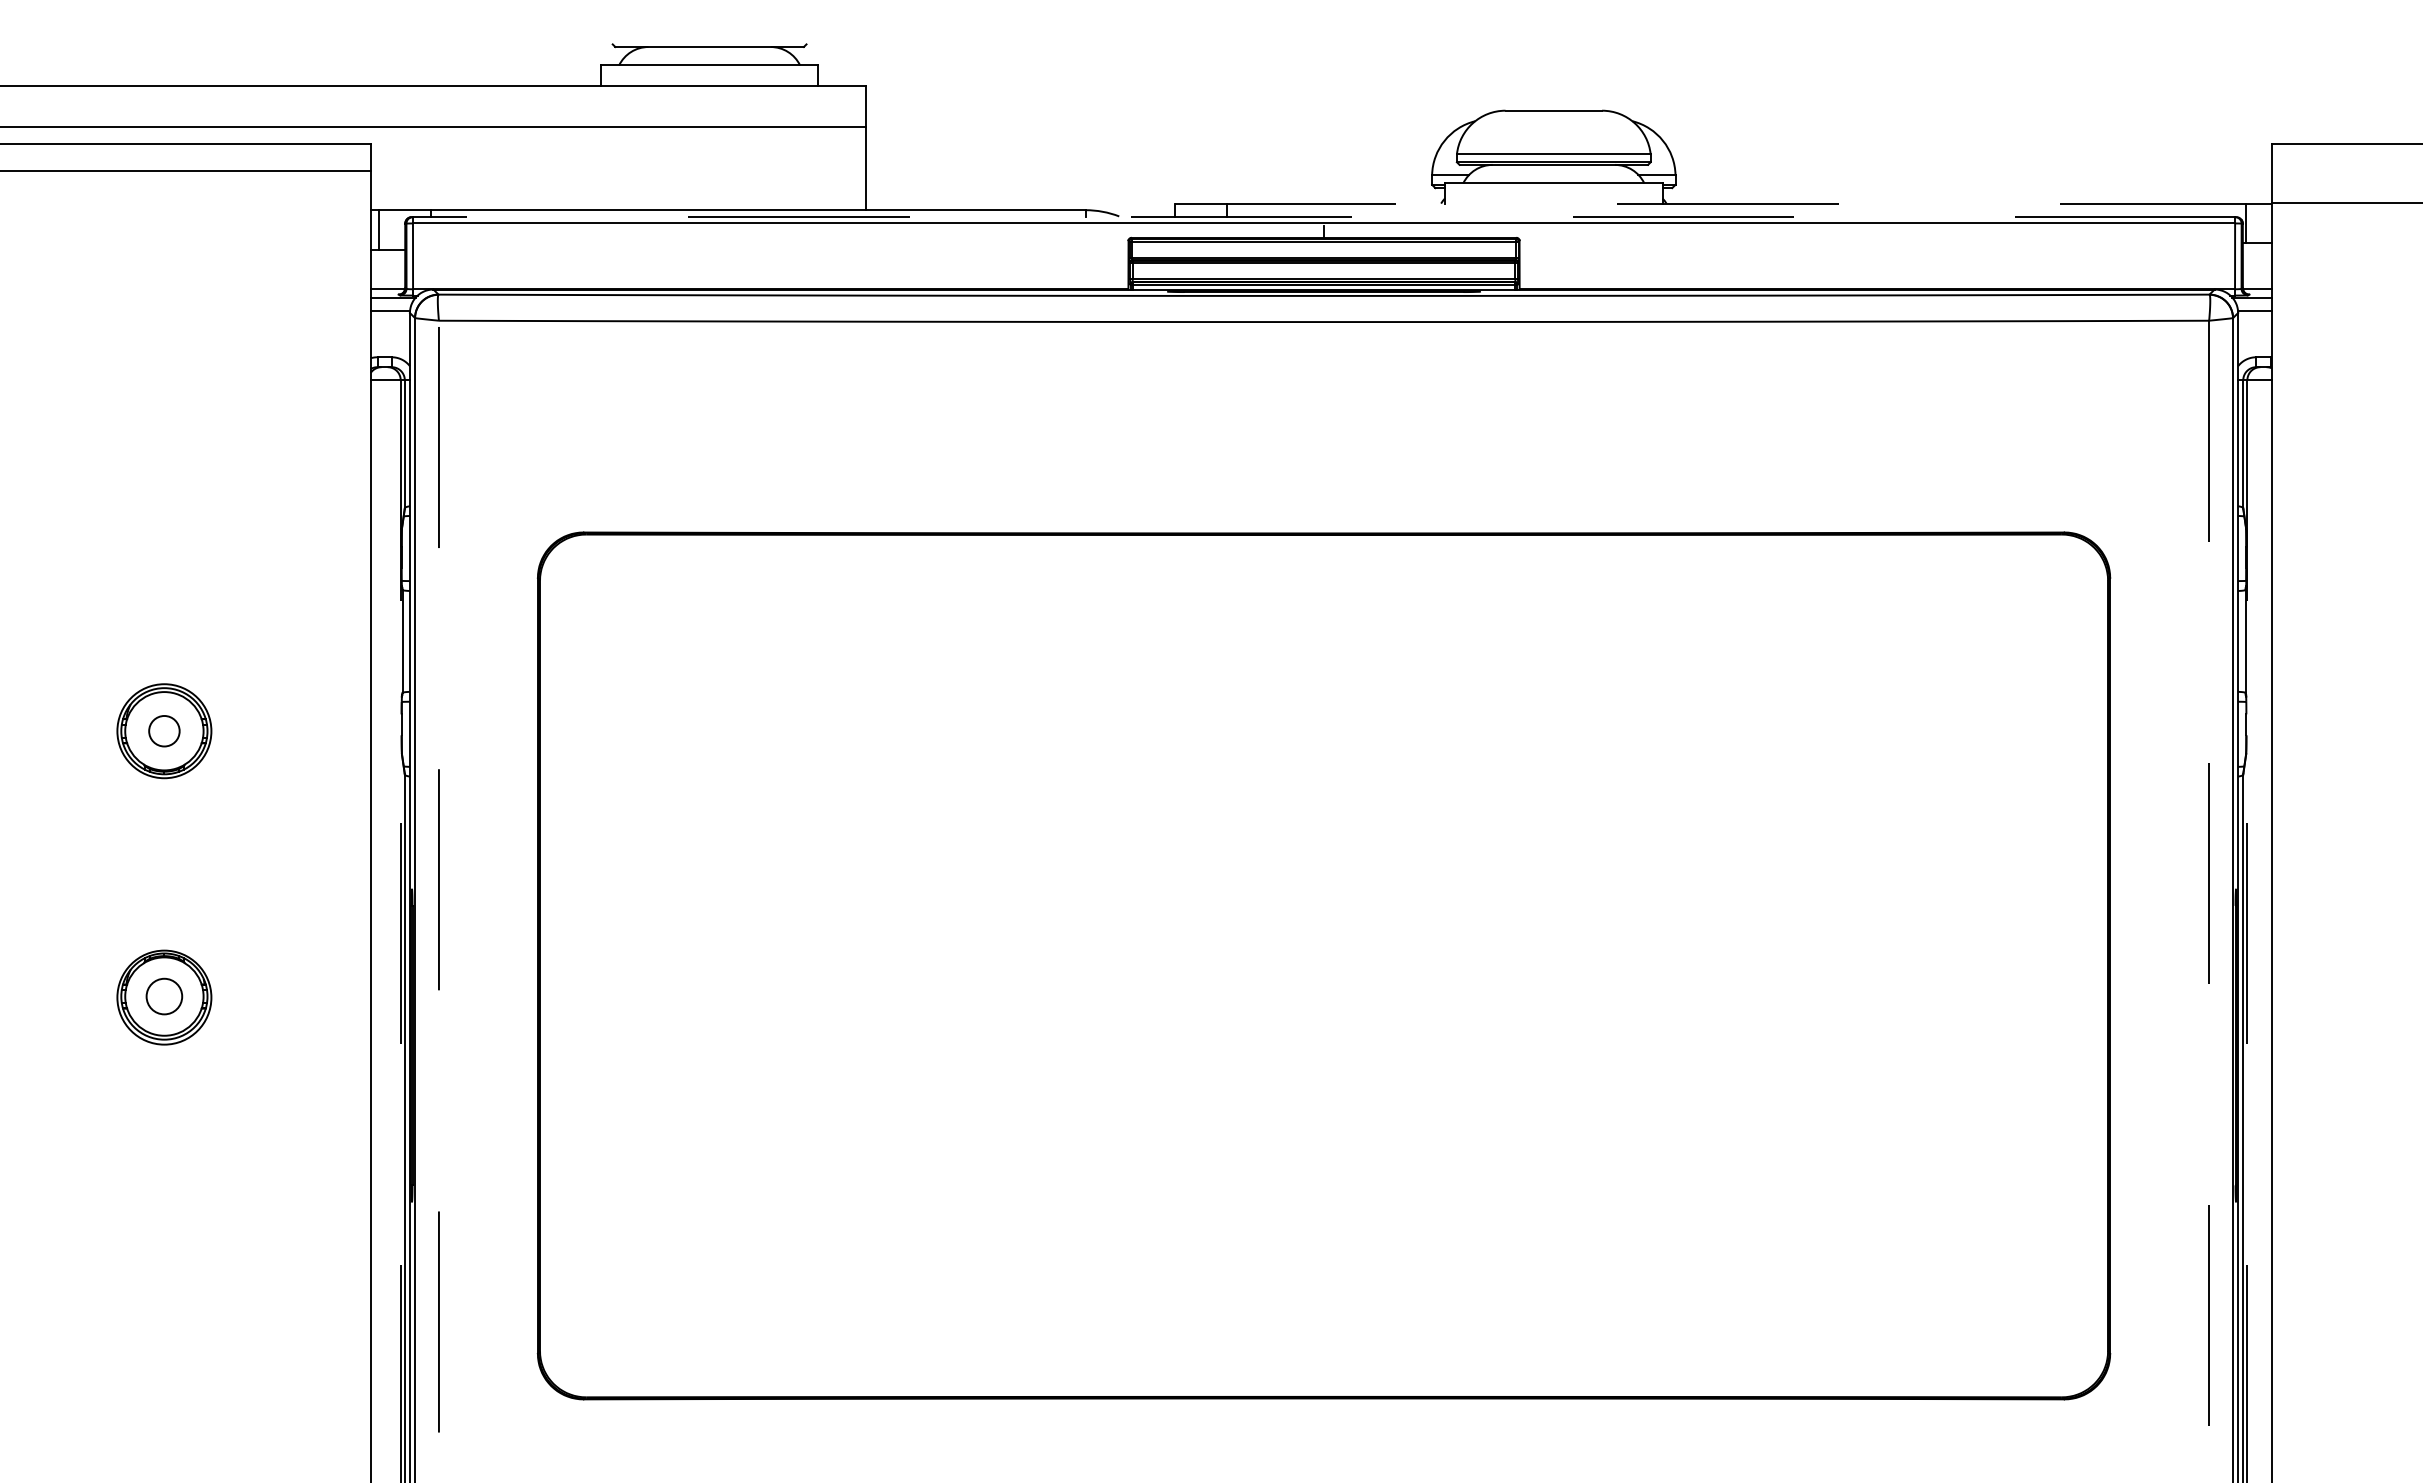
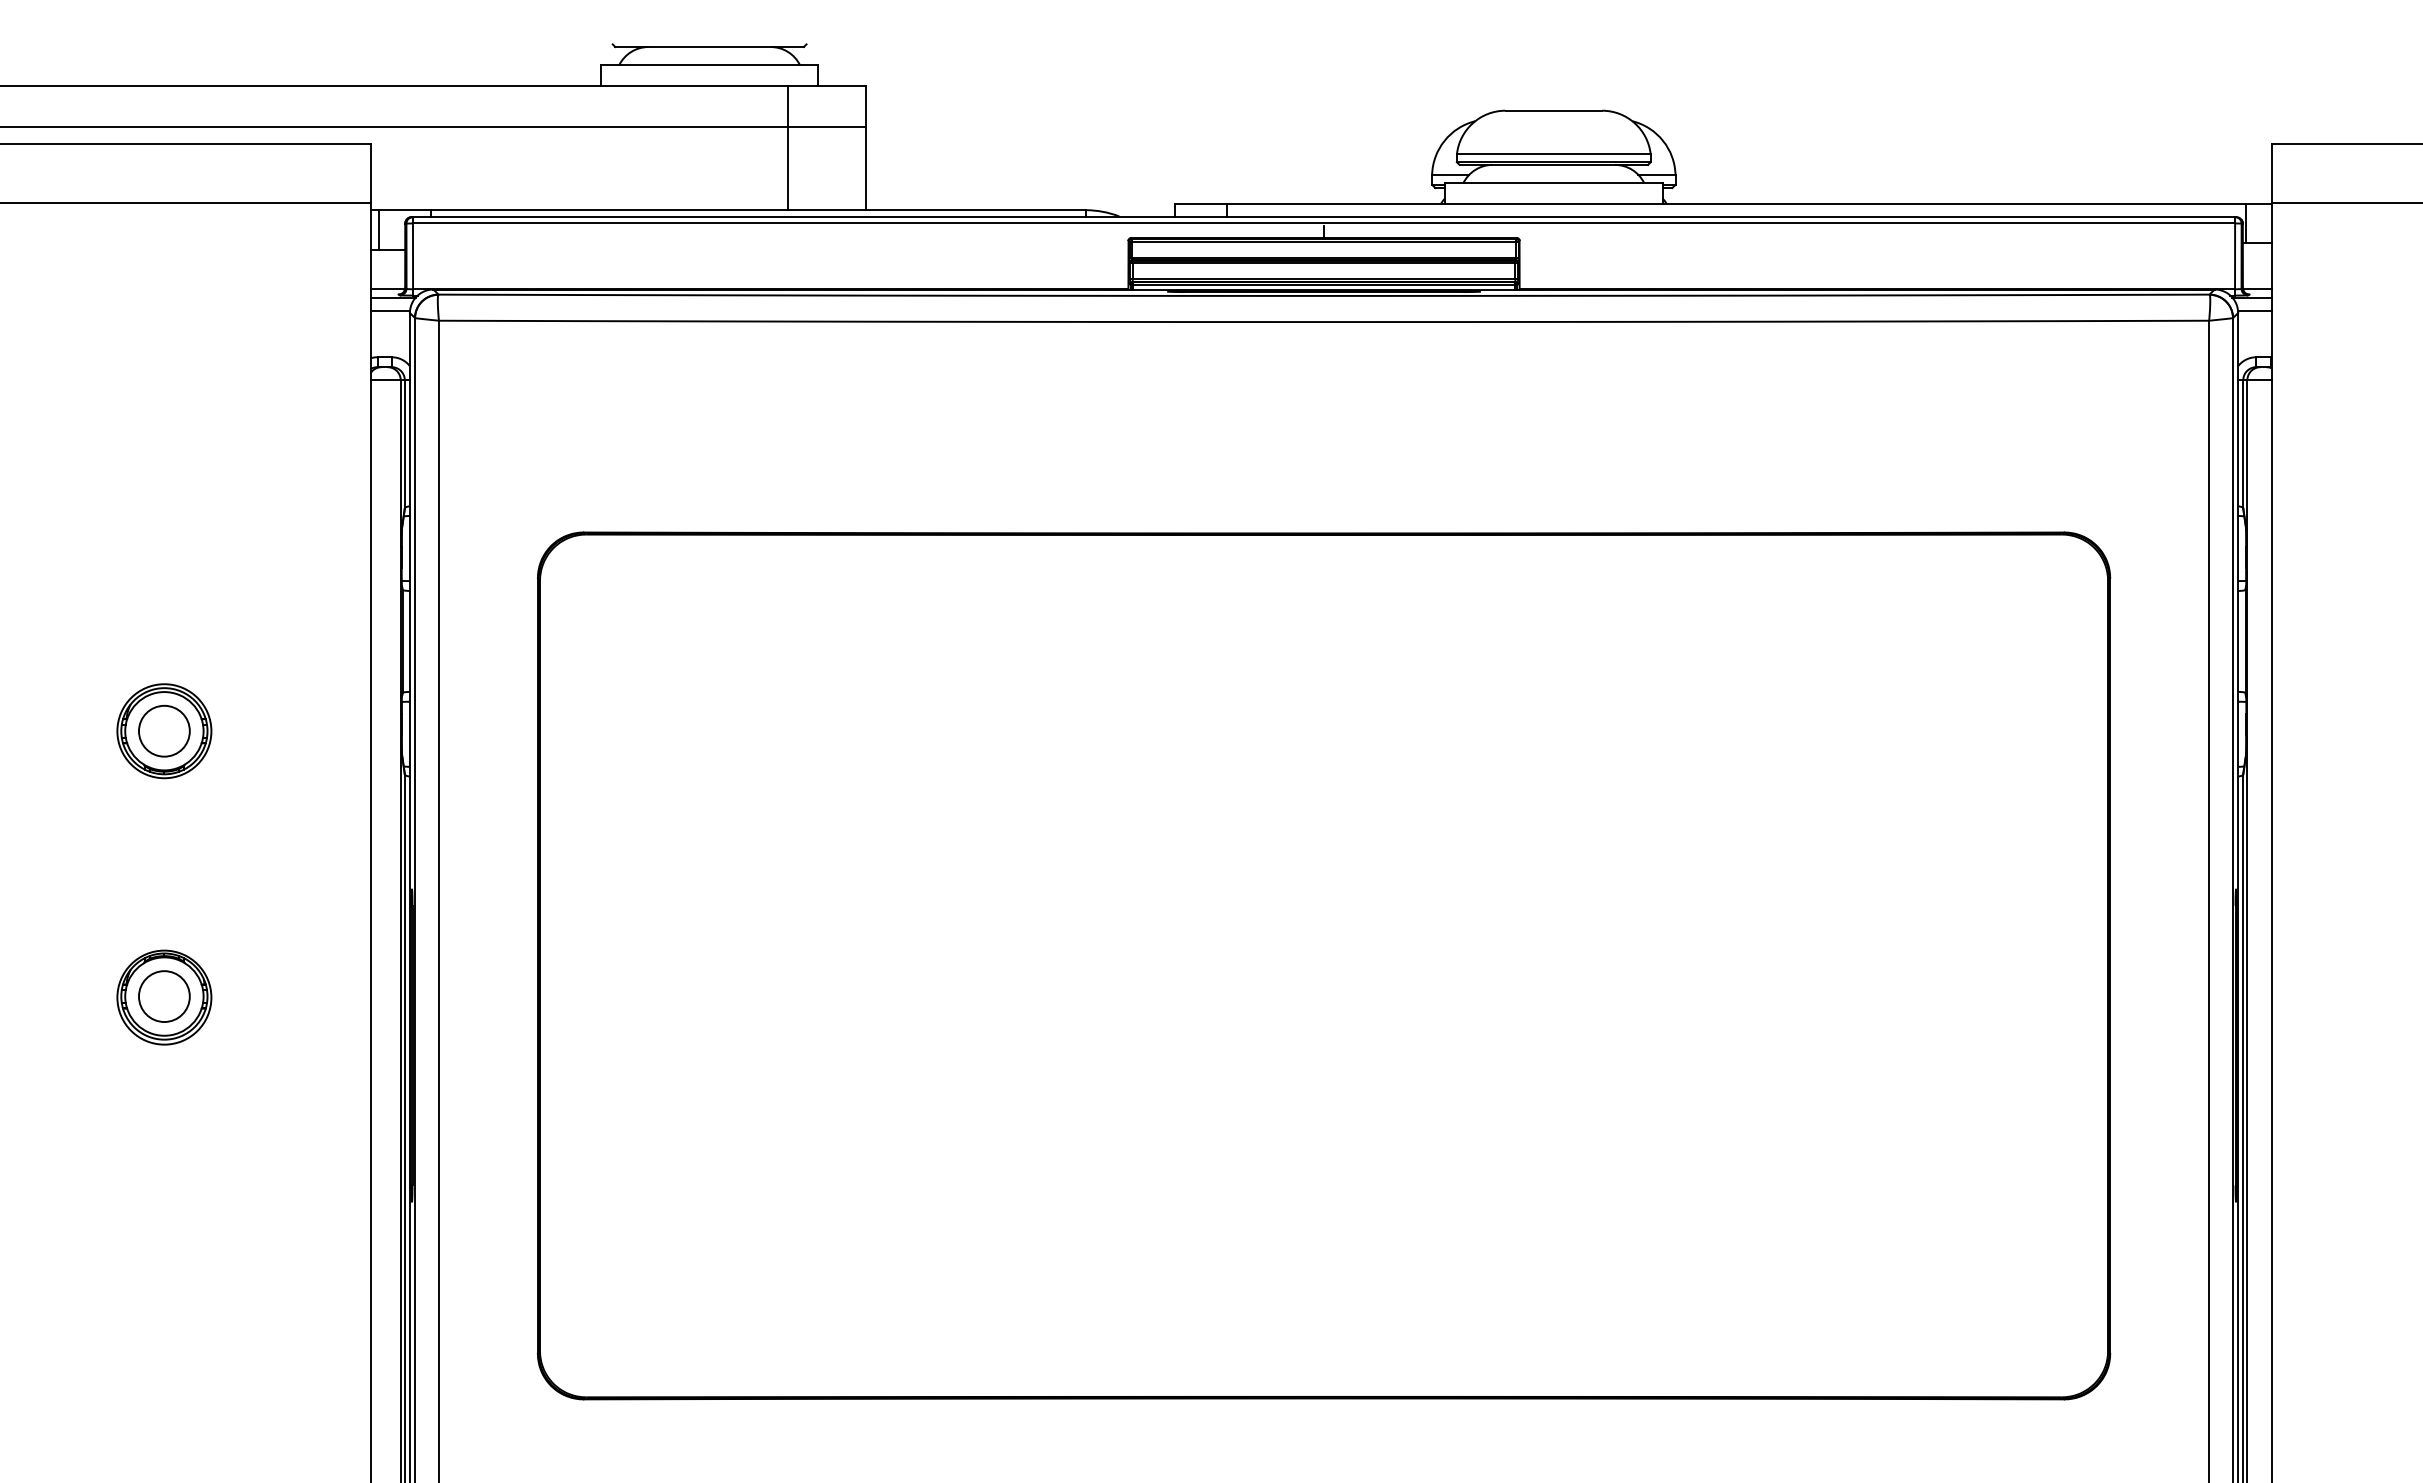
line at (787, 147): none -> present
line at (186, 171) position: (186, 171) -> (186, 203)
line at (1724, 203): dashed -> solid
line at (1323, 217): dashed -> solid
circle at (164, 730) diameter: 31 px -> 51 px
line at (438, 901): dashed -> solid
line at (2209, 901): dashed -> solid
line at (400, 931): dashed -> solid
line at (2247, 931): dashed -> solid
circle at (164, 996) diameter: 36 px -> 51 px
